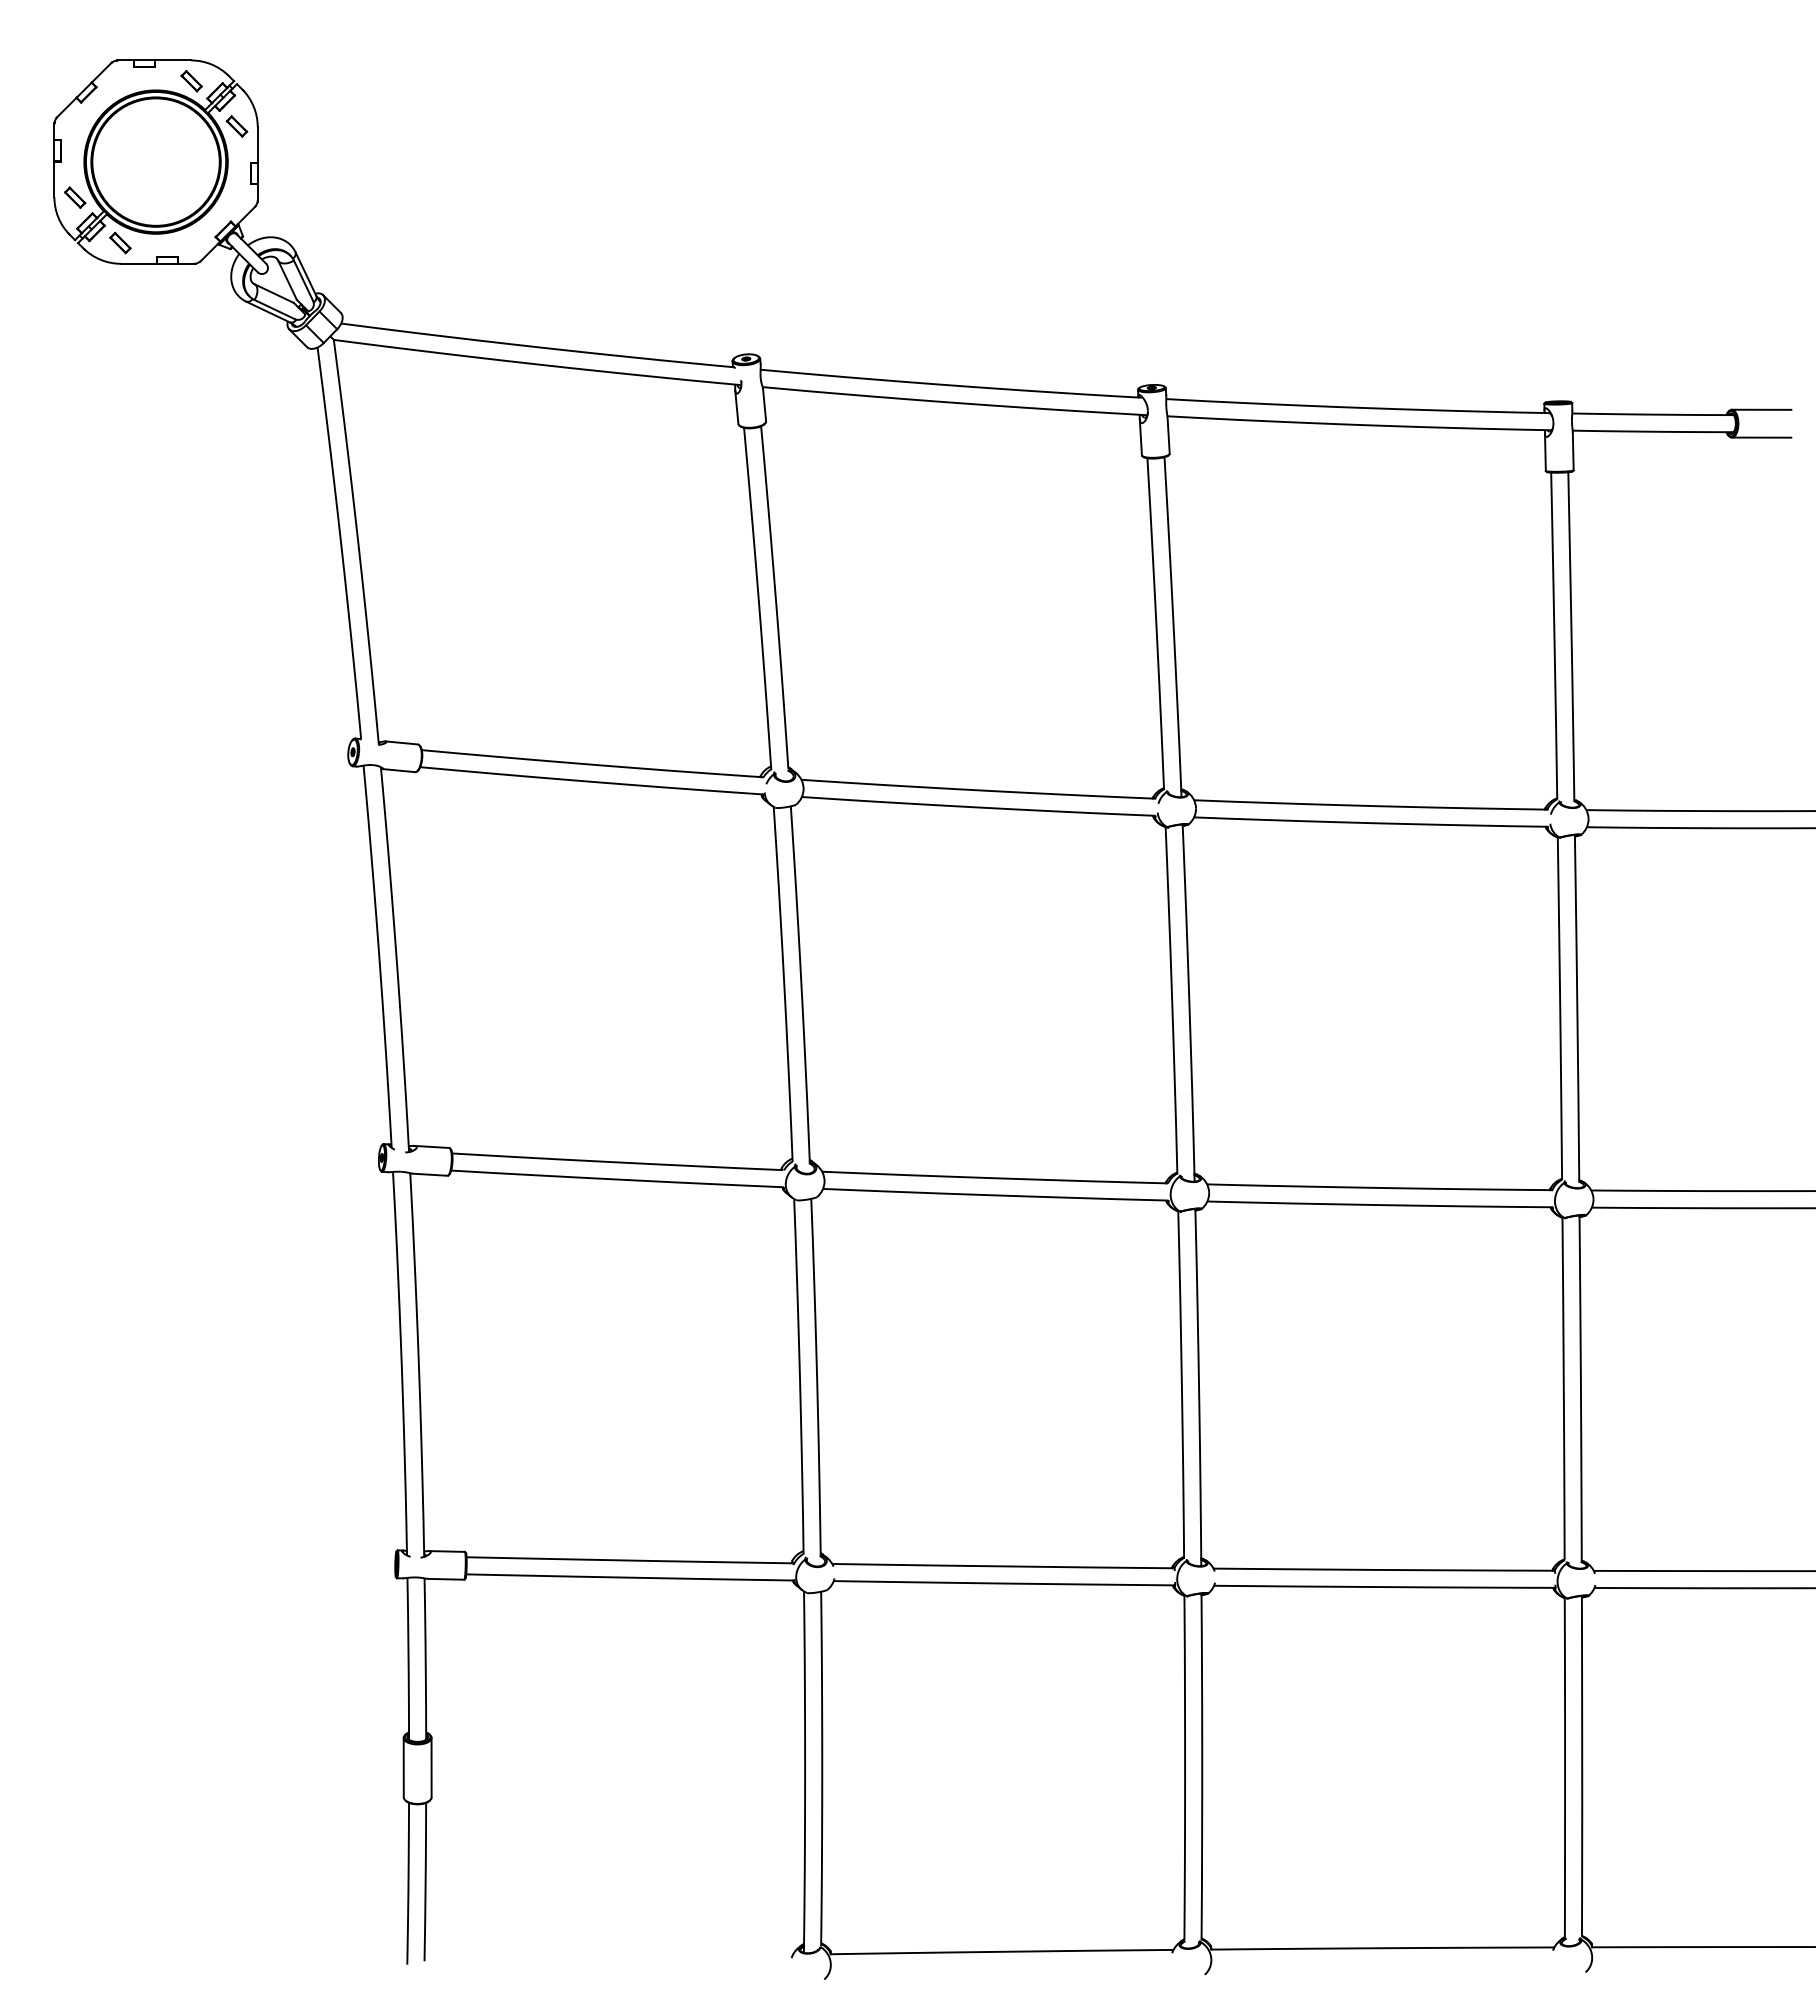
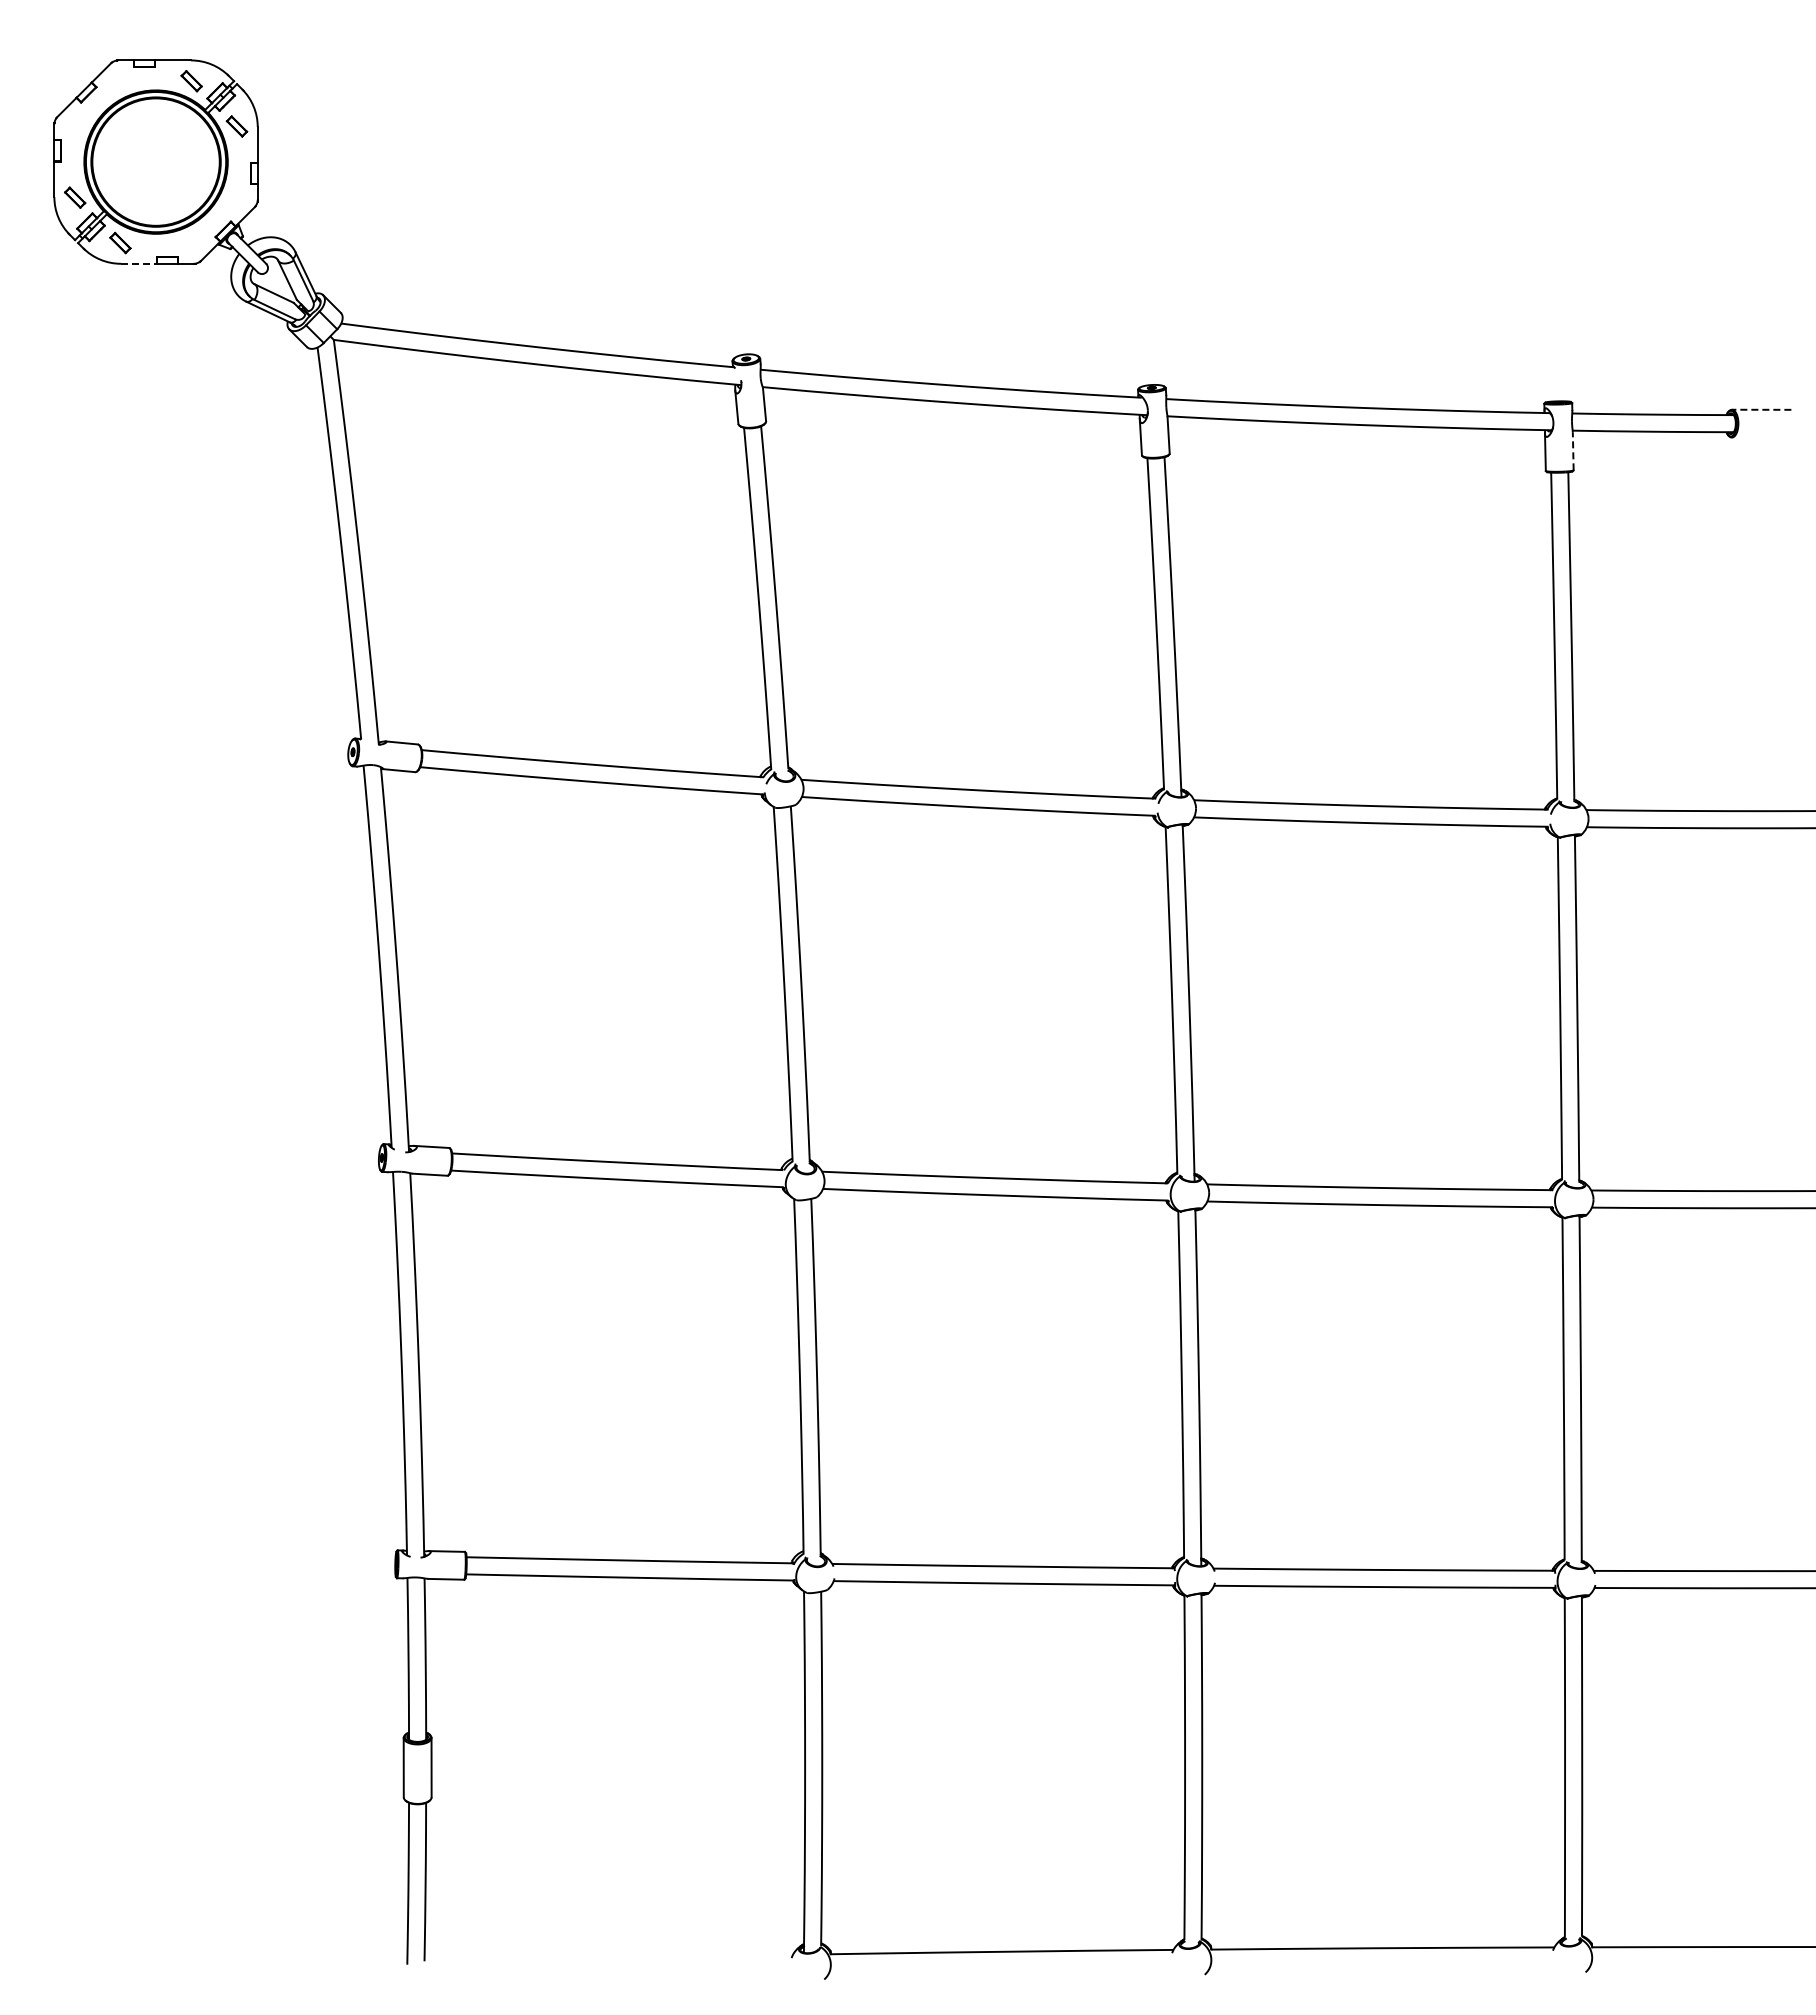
line at (138, 263): solid -> dashed
line at (1761, 409): solid -> dashed
line at (1761, 437): present -> none
line at (1573, 451): solid -> dashed
